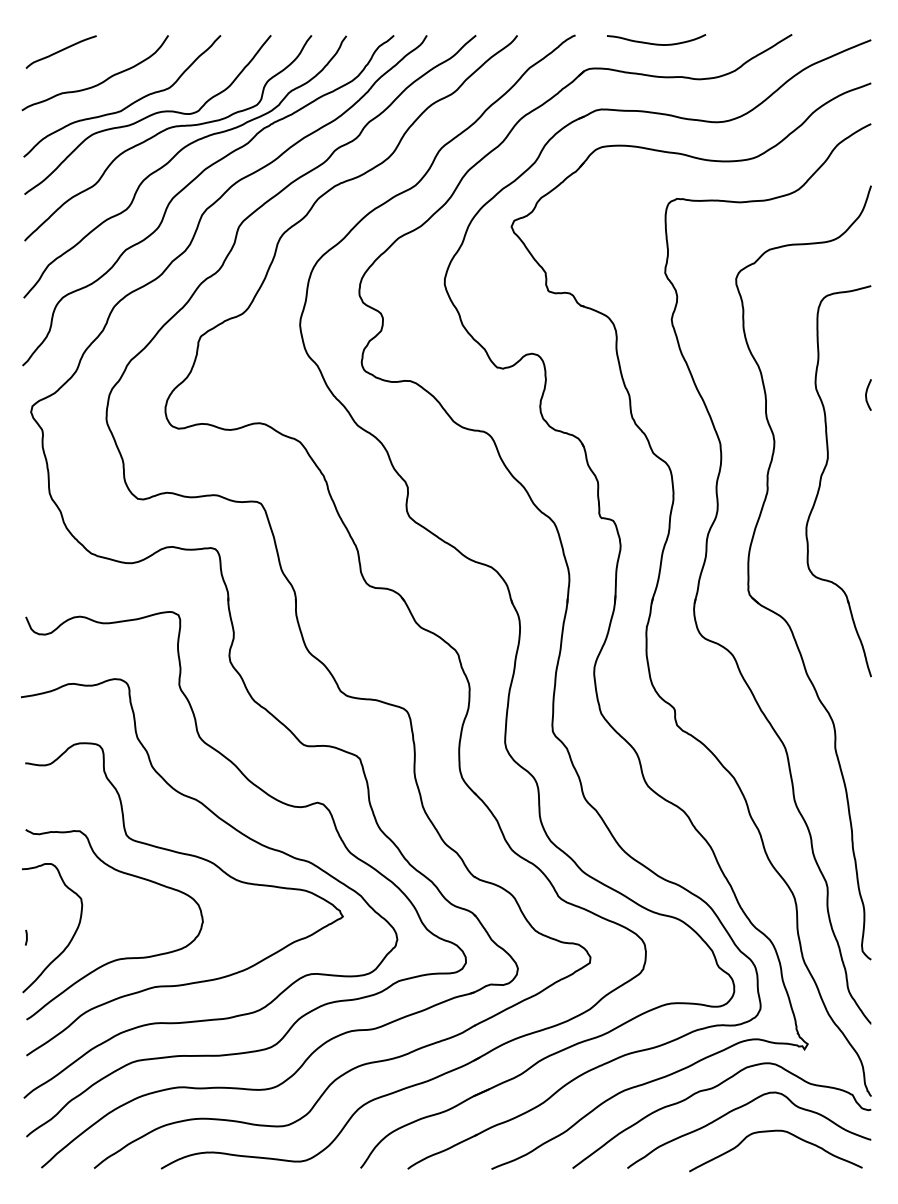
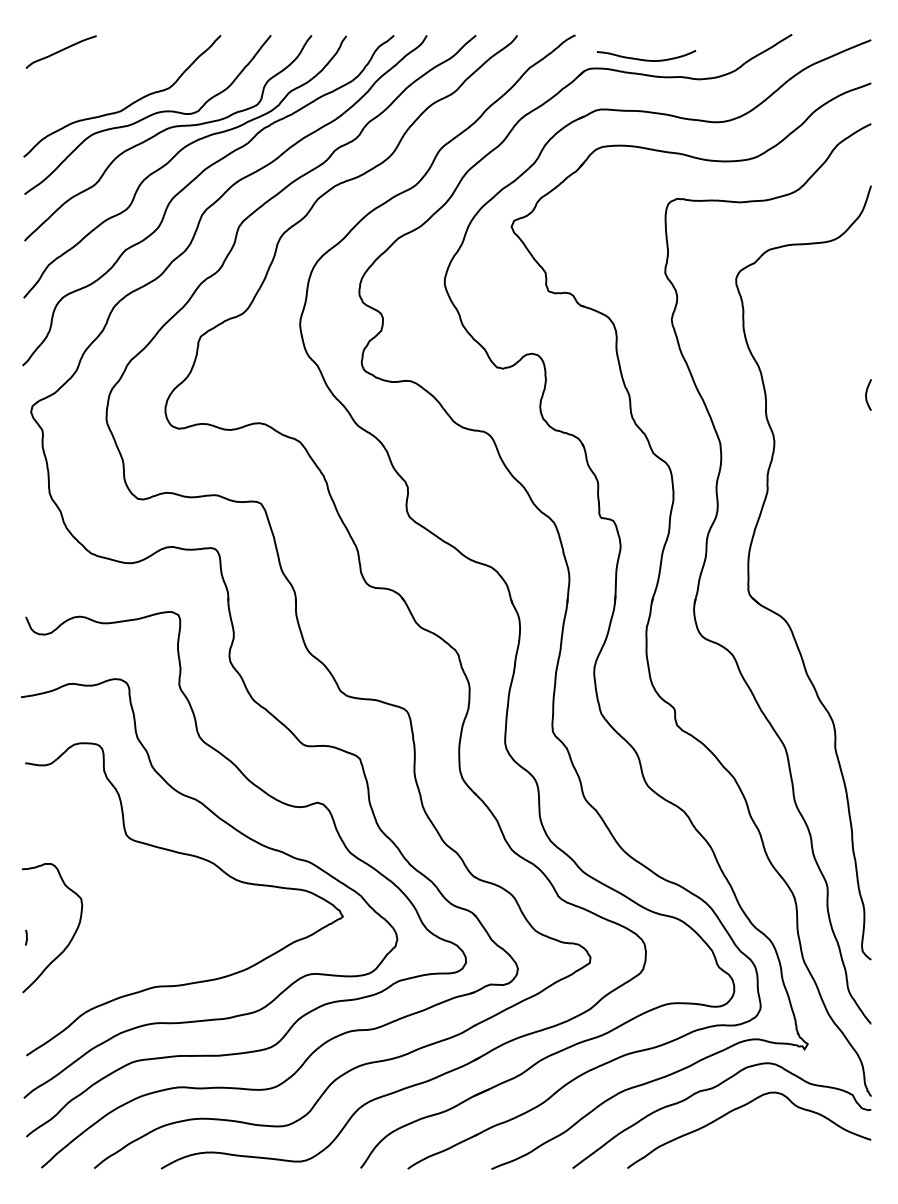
curve at (656, 43) position: (656, 43) -> (646, 59)
curve at (98, 83): present -> none
part at (822, 476): present -> none
curve at (117, 958): present -> none
curve at (769, 1132): present -> none
